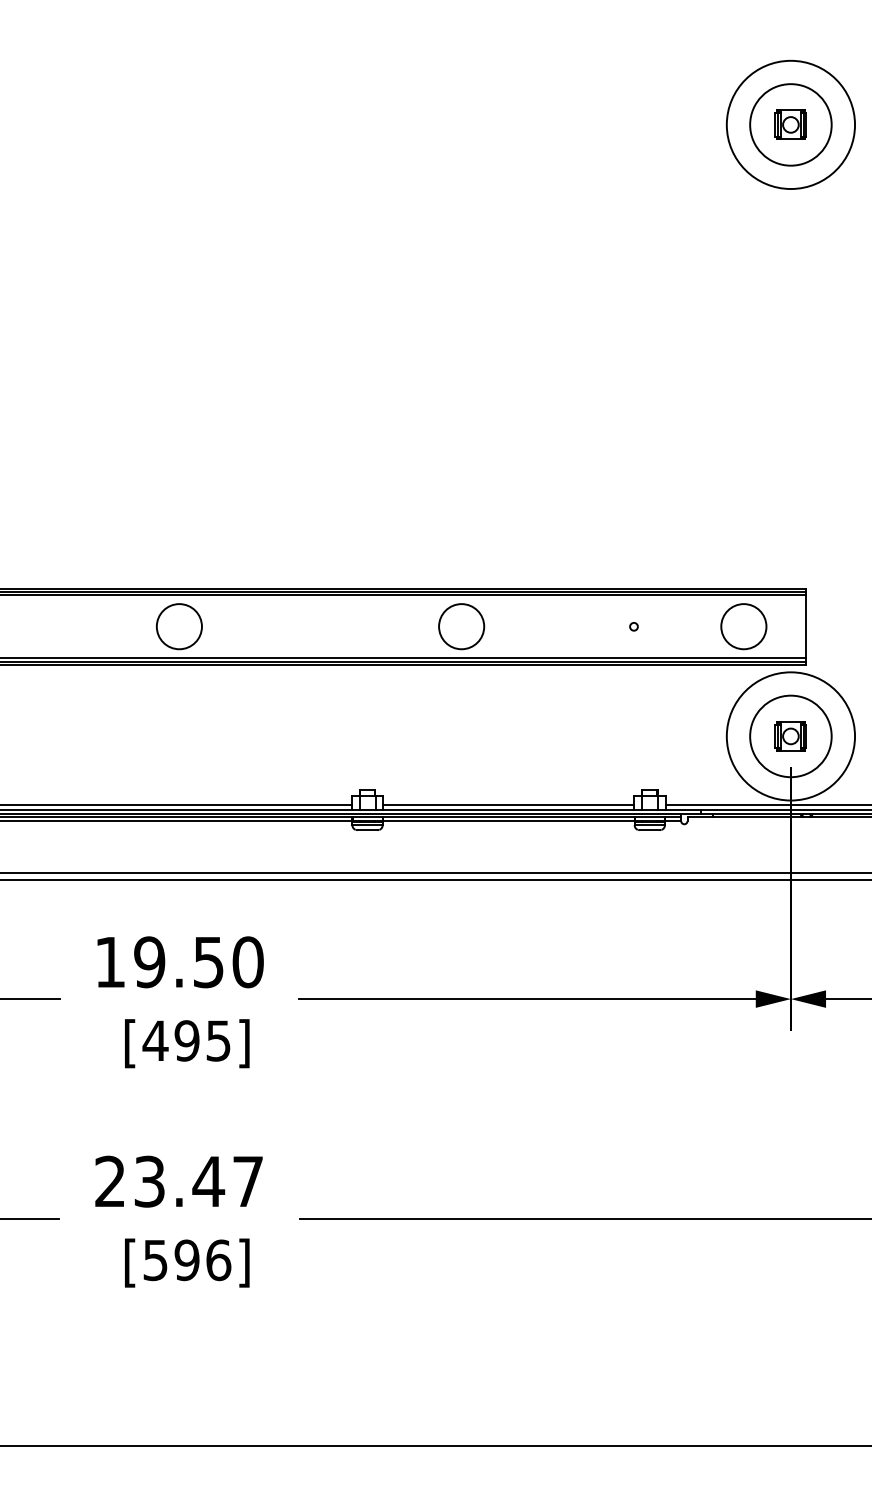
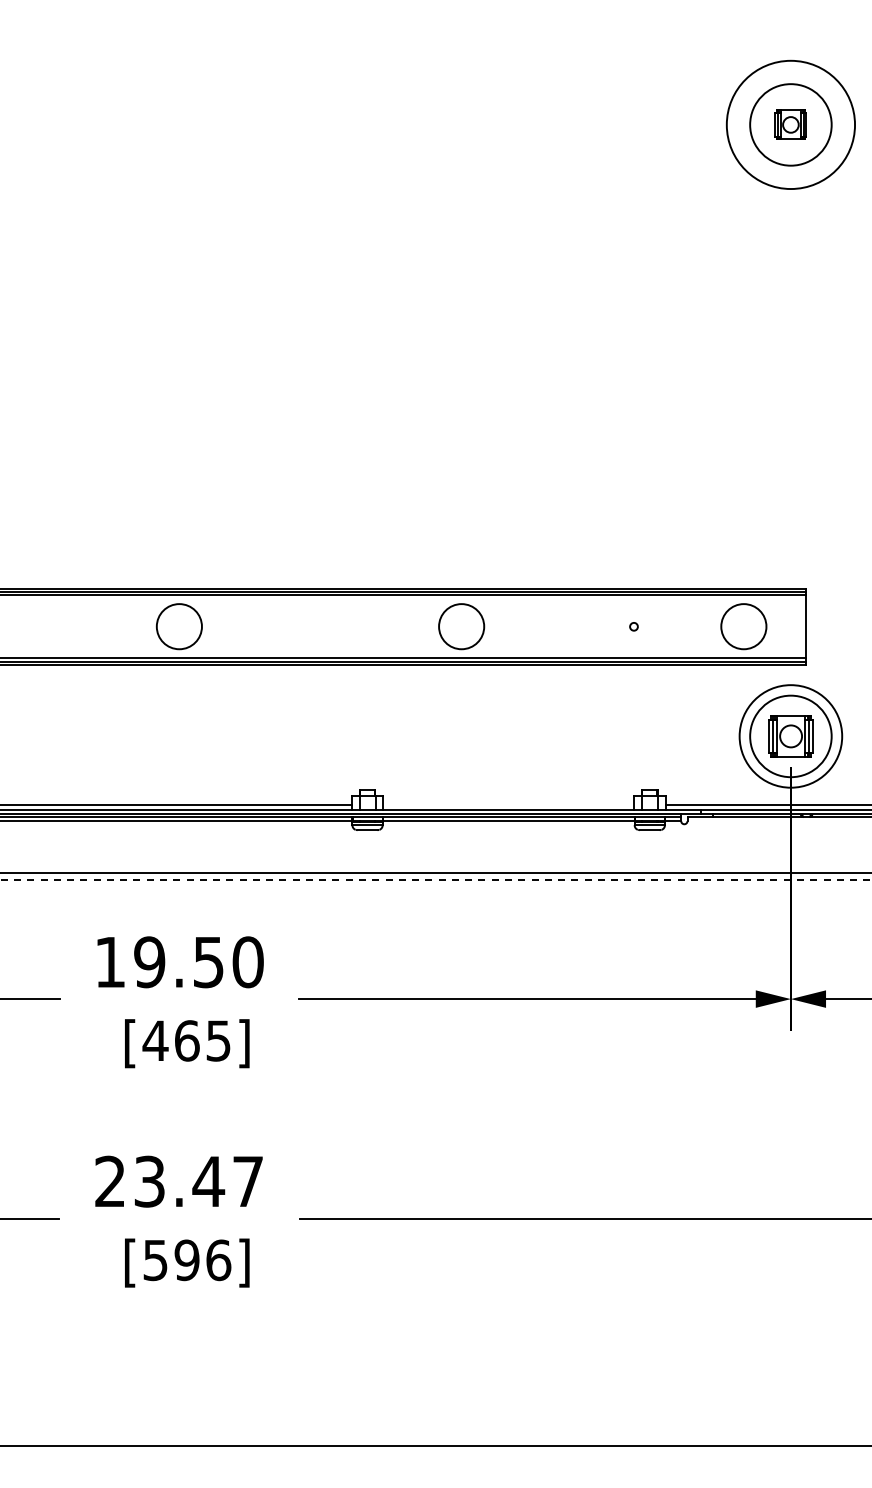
circle at (790, 736) diameter: 128 px -> 103 px
part at (790, 736) size: 33x31 px -> 46x43 px
line at (508, 804): present -> none
line at (436, 880): solid -> dashed
text at (186, 1040): [495] -> [465]
